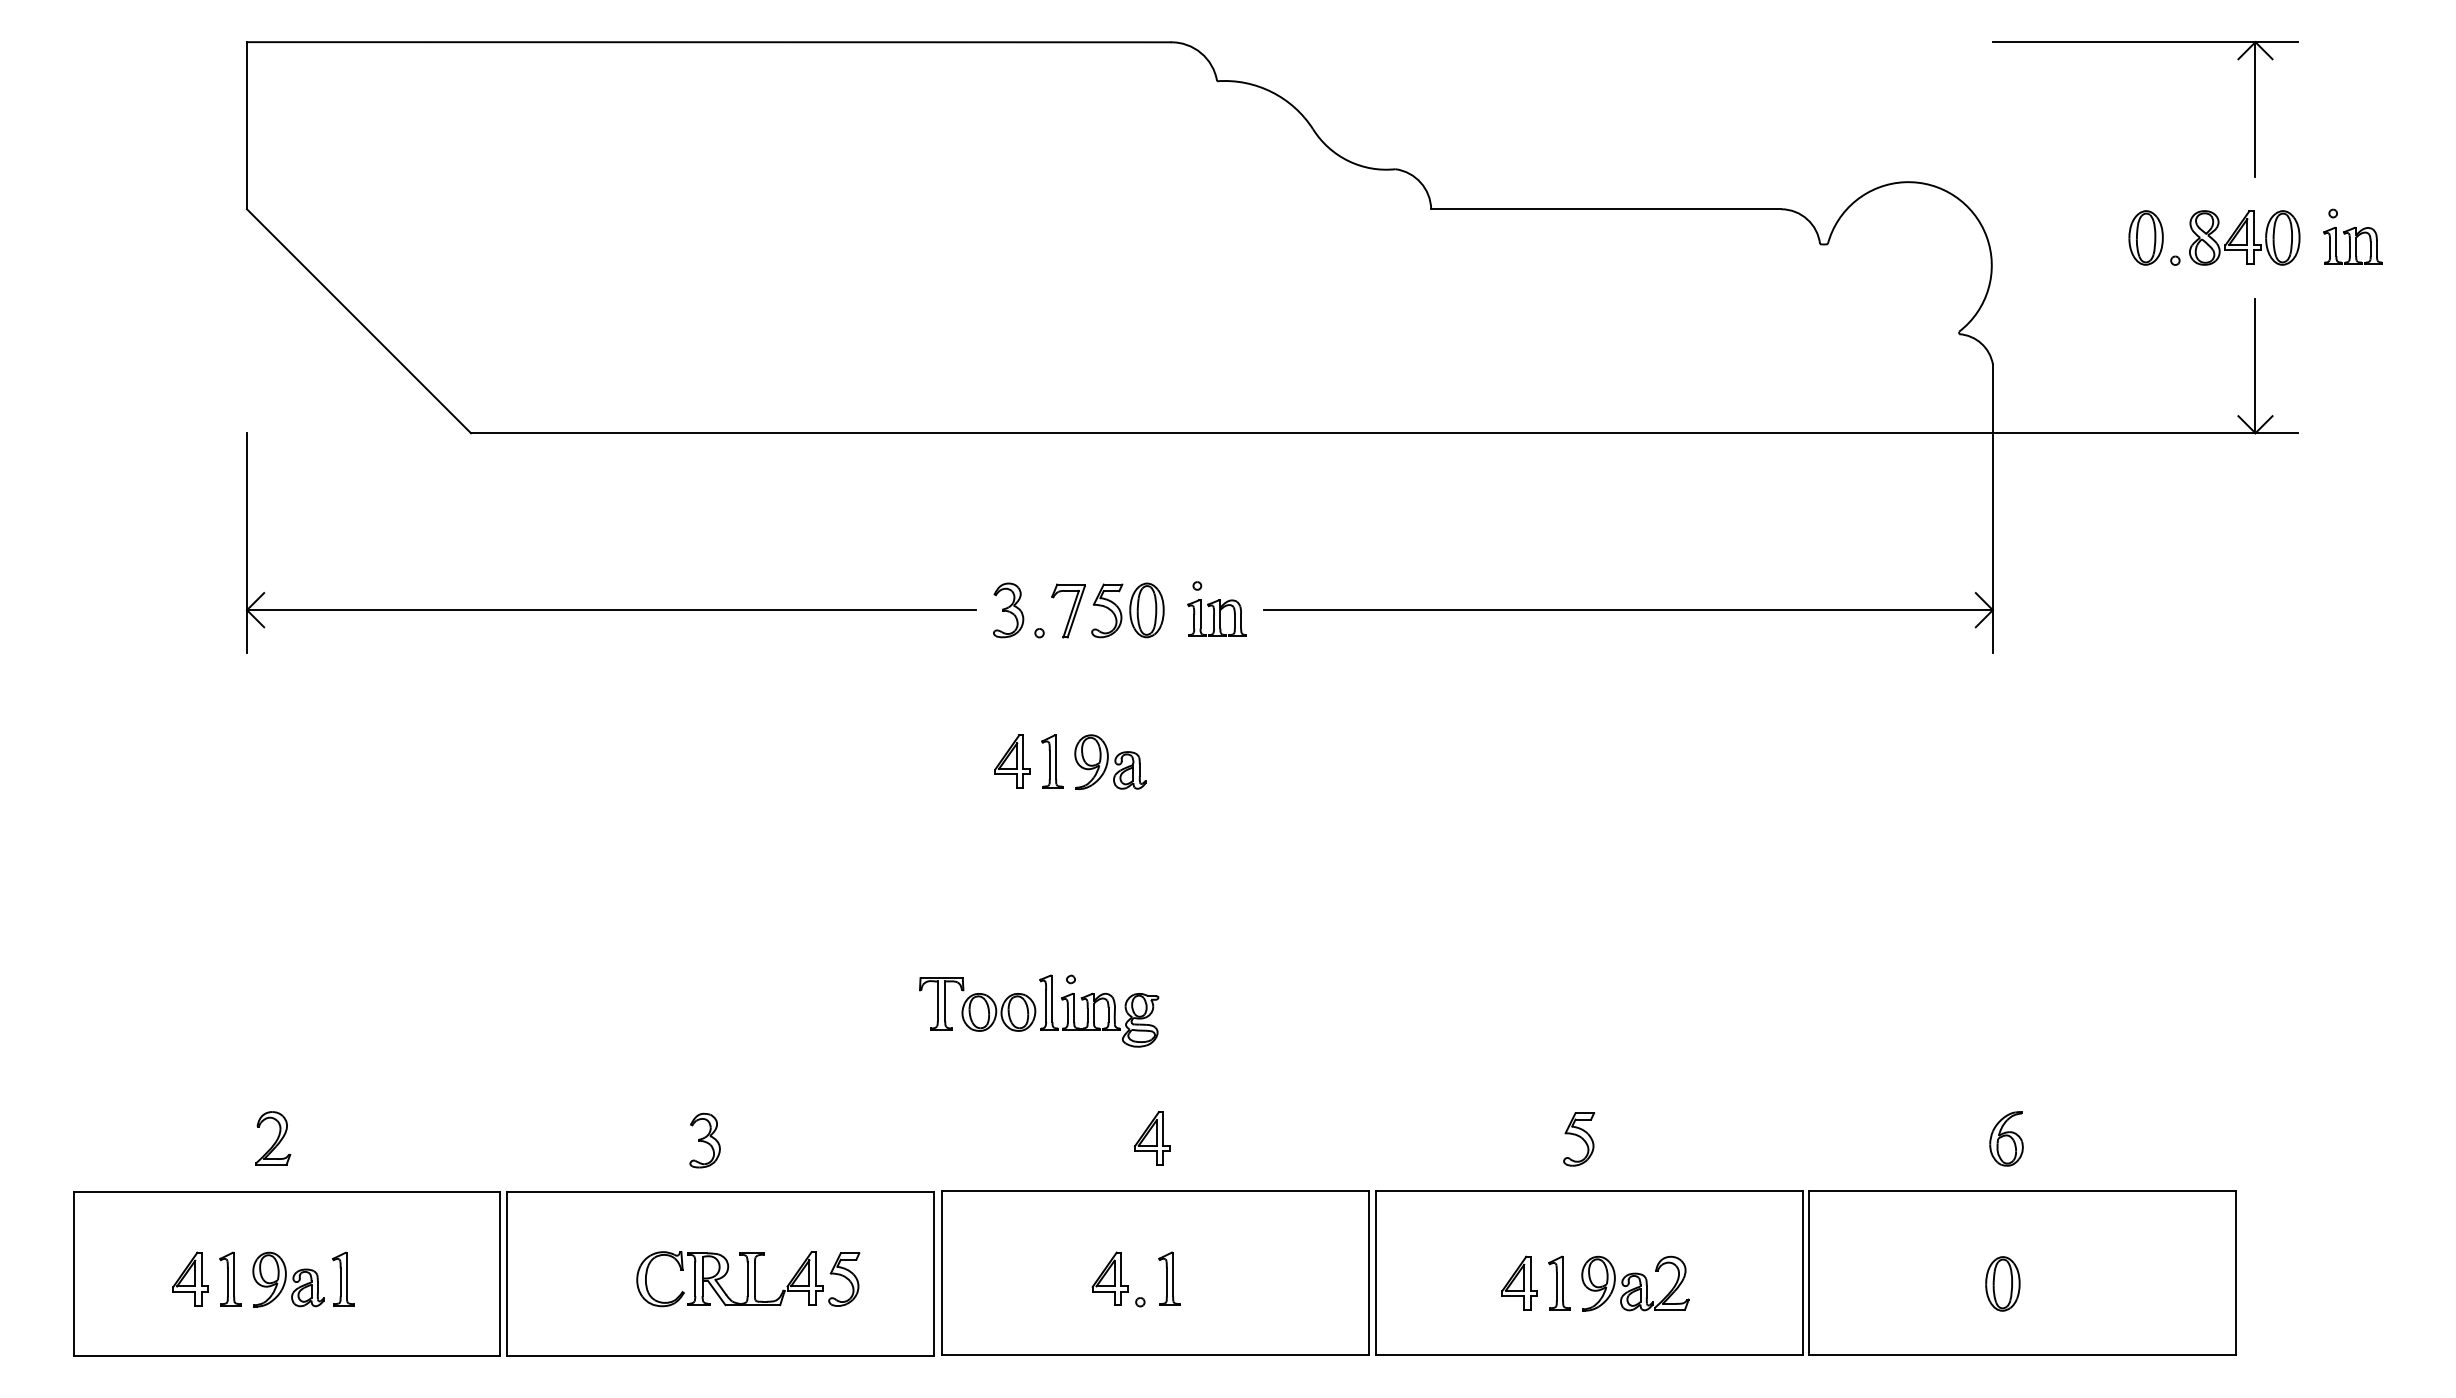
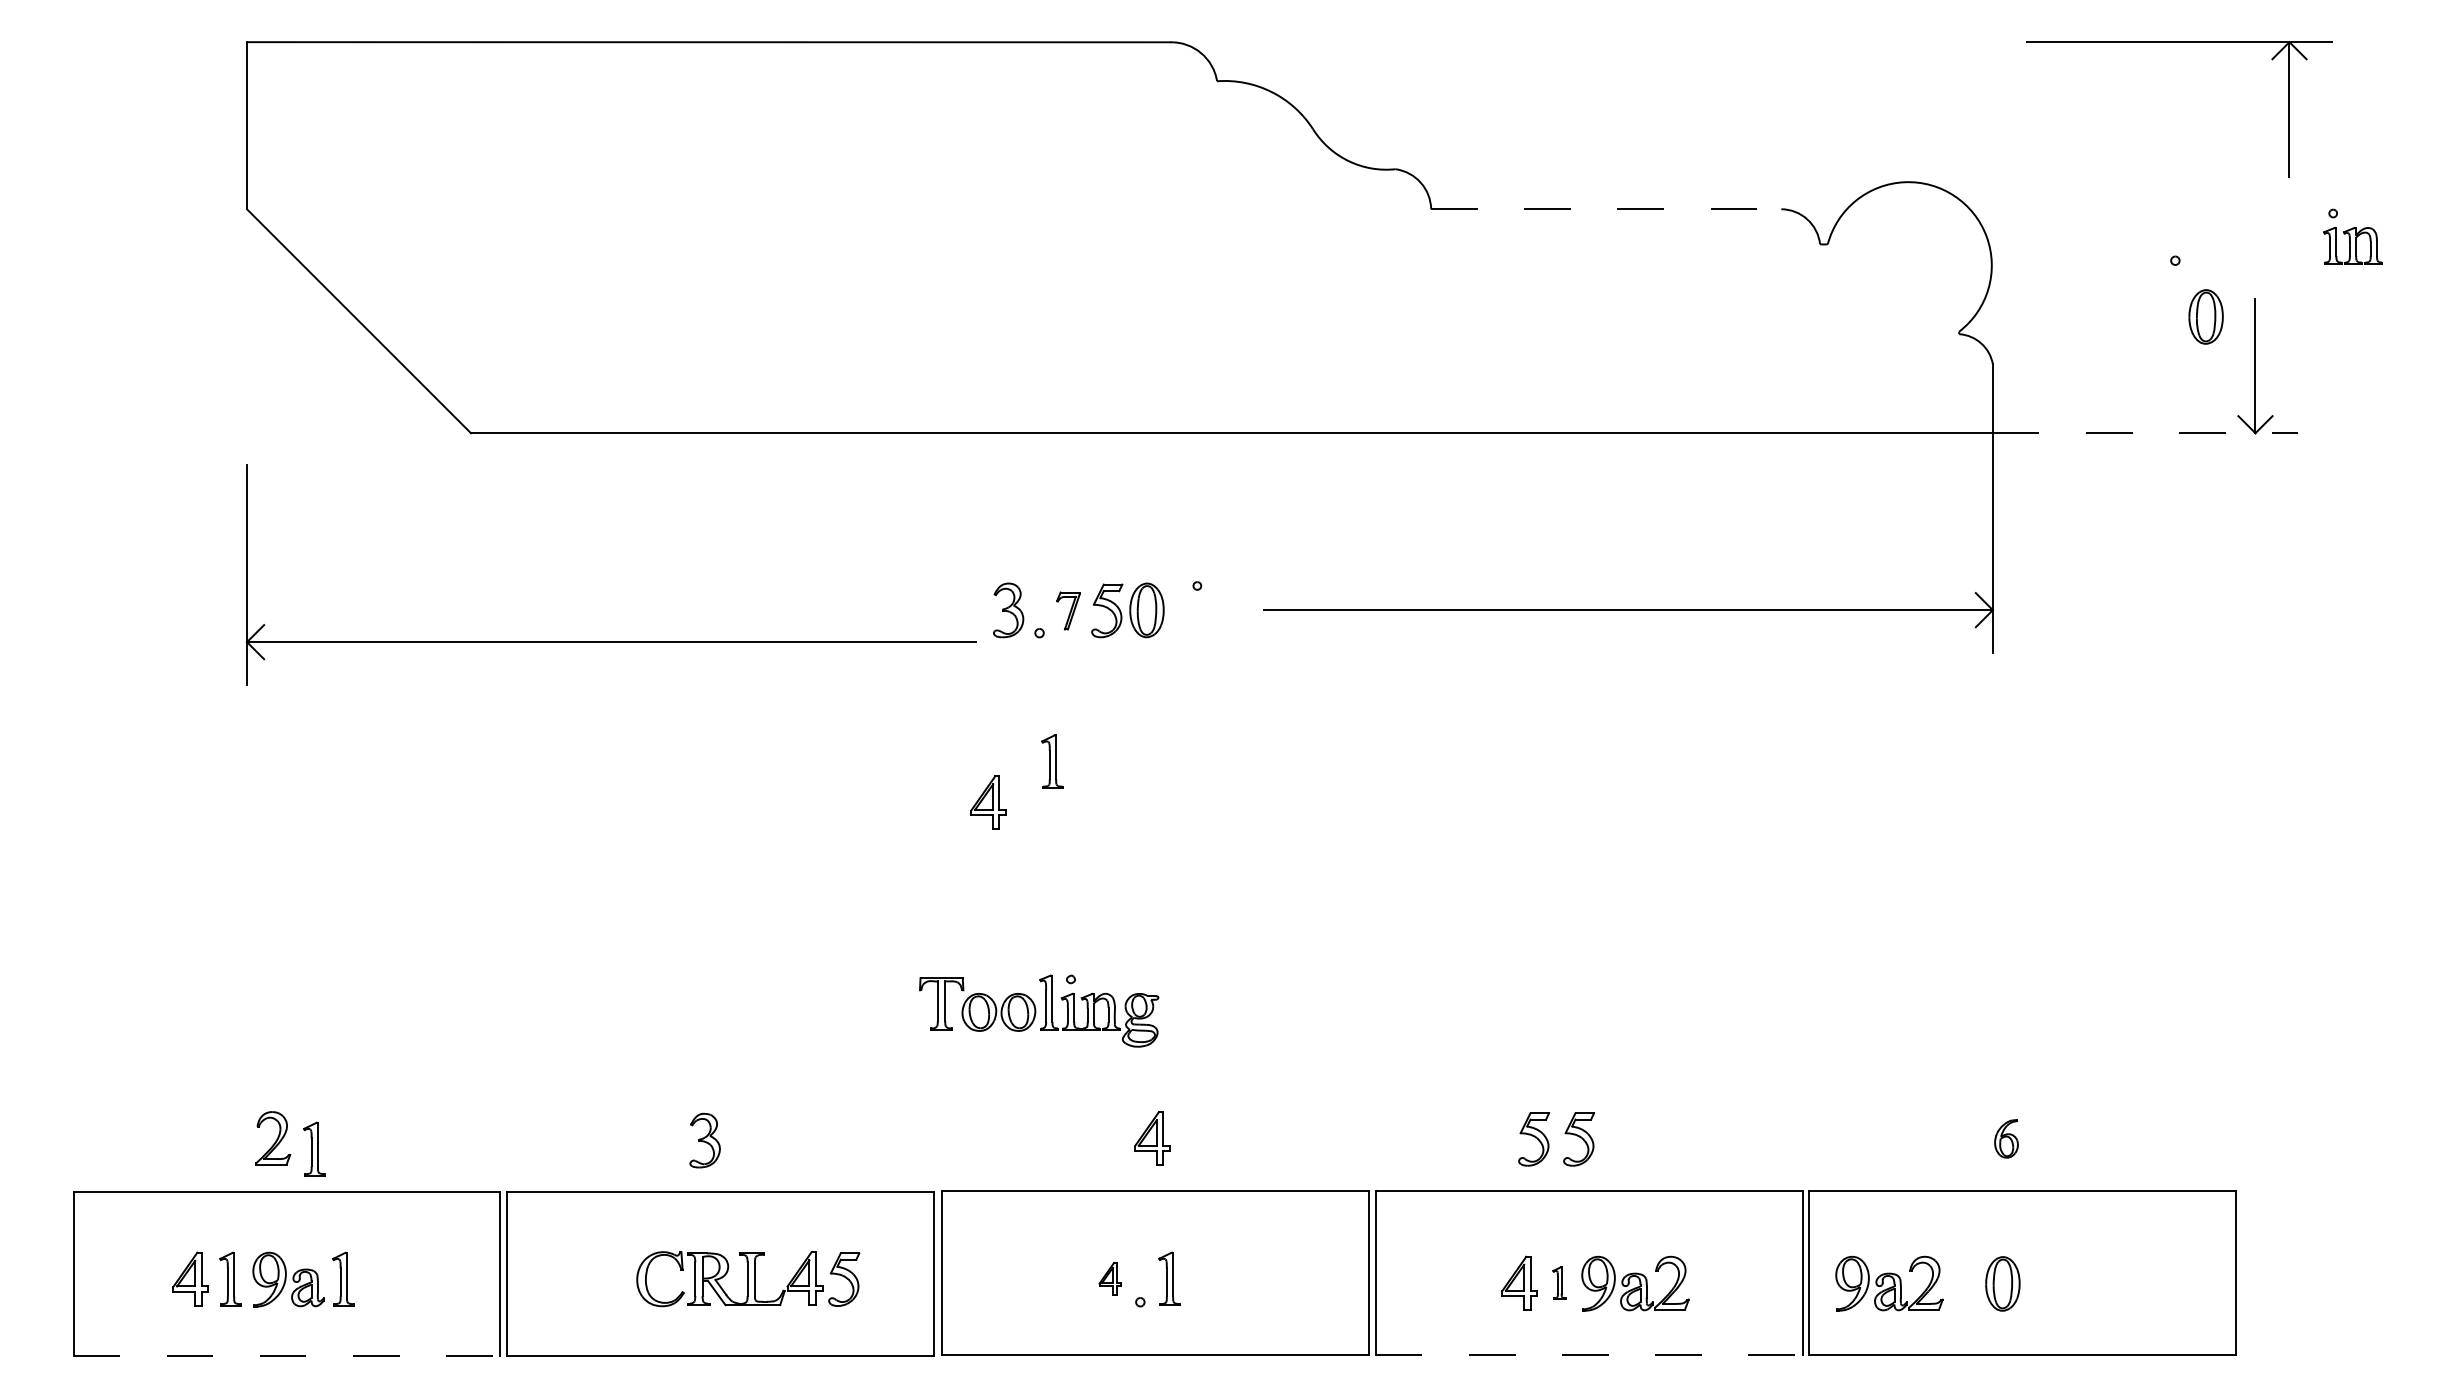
part at (2145, 42) position: (2145, 42) -> (2179, 42)
line at (1606, 209): solid -> dashed
part at (2145, 237) position: (2145, 237) -> (2205, 316)
part at (2244, 237): present -> none
line at (2145, 433): solid -> dashed
part at (610, 609) position: (610, 609) -> (610, 641)
part at (1068, 610) size: 35x56 px -> 25x40 px
part at (1216, 617): present -> none
part at (1012, 761) position: (1012, 761) -> (988, 802)
part at (1110, 761): present -> none
part at (2006, 1138) size: 35x56 px -> 25x40 px
part at (1534, 1139): none -> present
part at (314, 1148): none -> present
part at (1109, 1278) size: 38x55 px -> 24x34 px
part at (1559, 1282) size: 23x56 px -> 15x34 px
part at (1889, 1283): none -> present
line at (1589, 1355): solid -> dashed
line at (287, 1356): solid -> dashed
